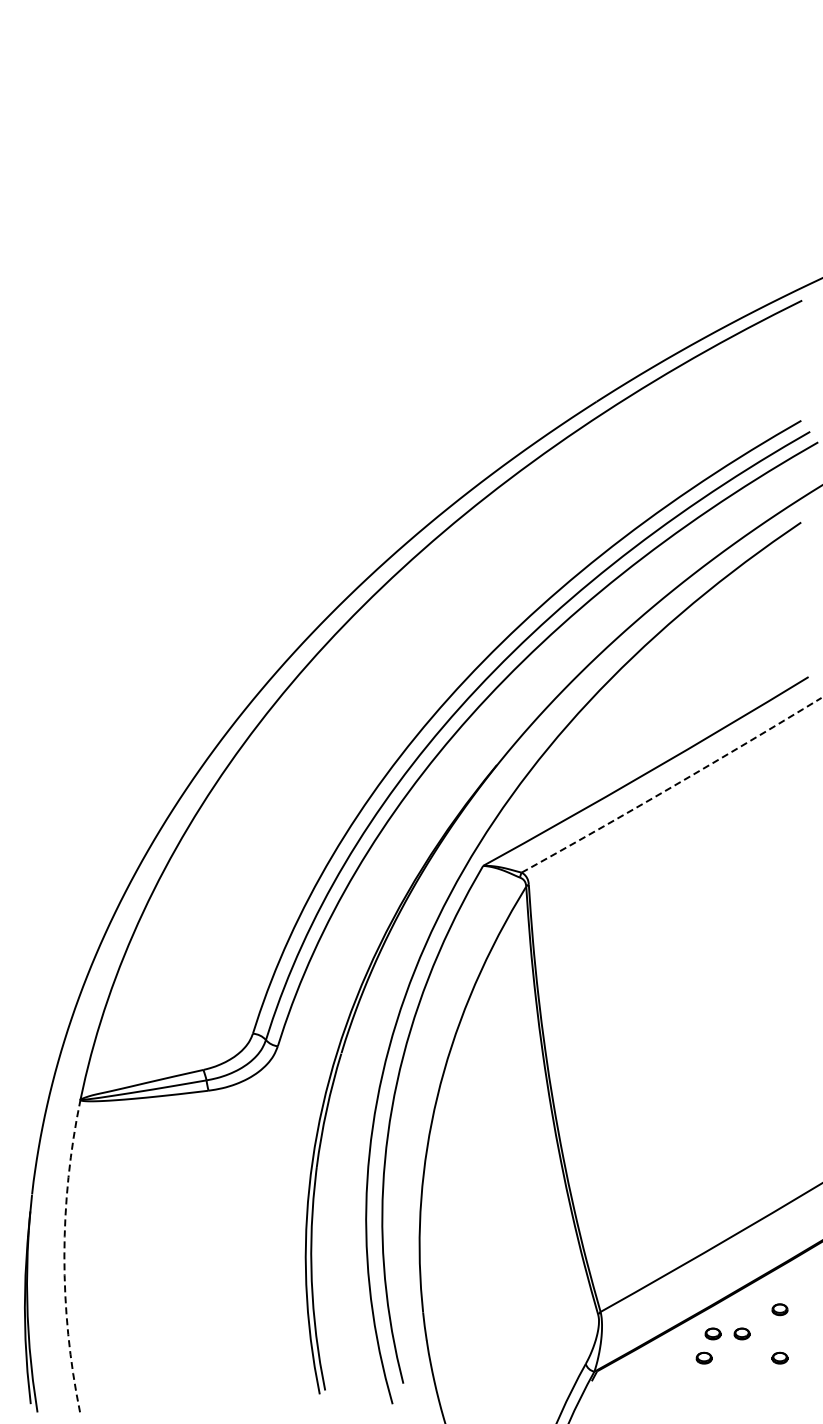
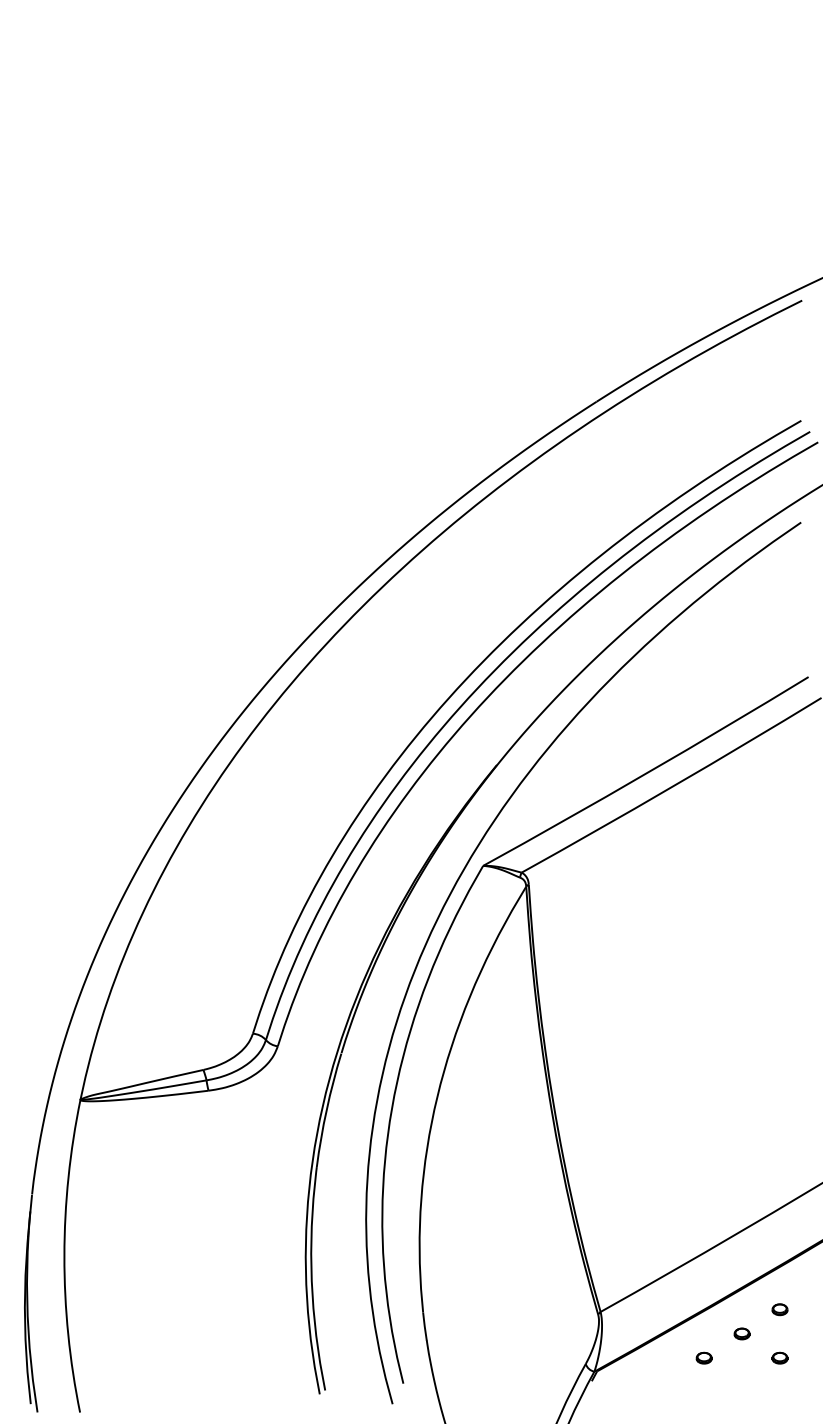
arc at (672, 786): dashed -> solid
arc at (64, 1256): dashed -> solid
part at (712, 1333): present -> none
